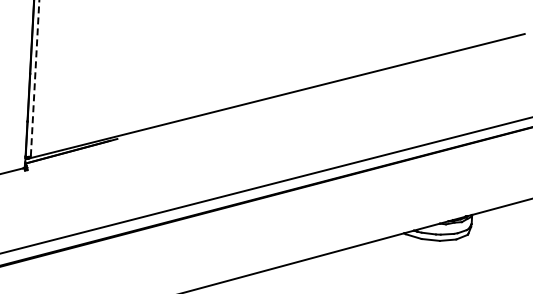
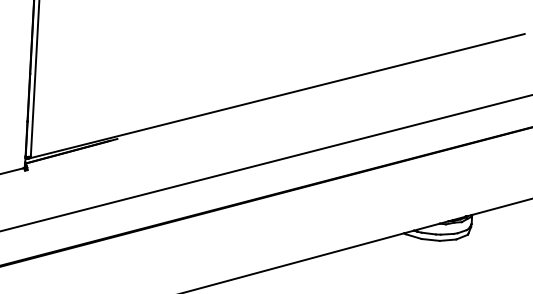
line at (35, 78): dashed -> solid
line at (265, 185) position: (265, 185) -> (265, 162)
